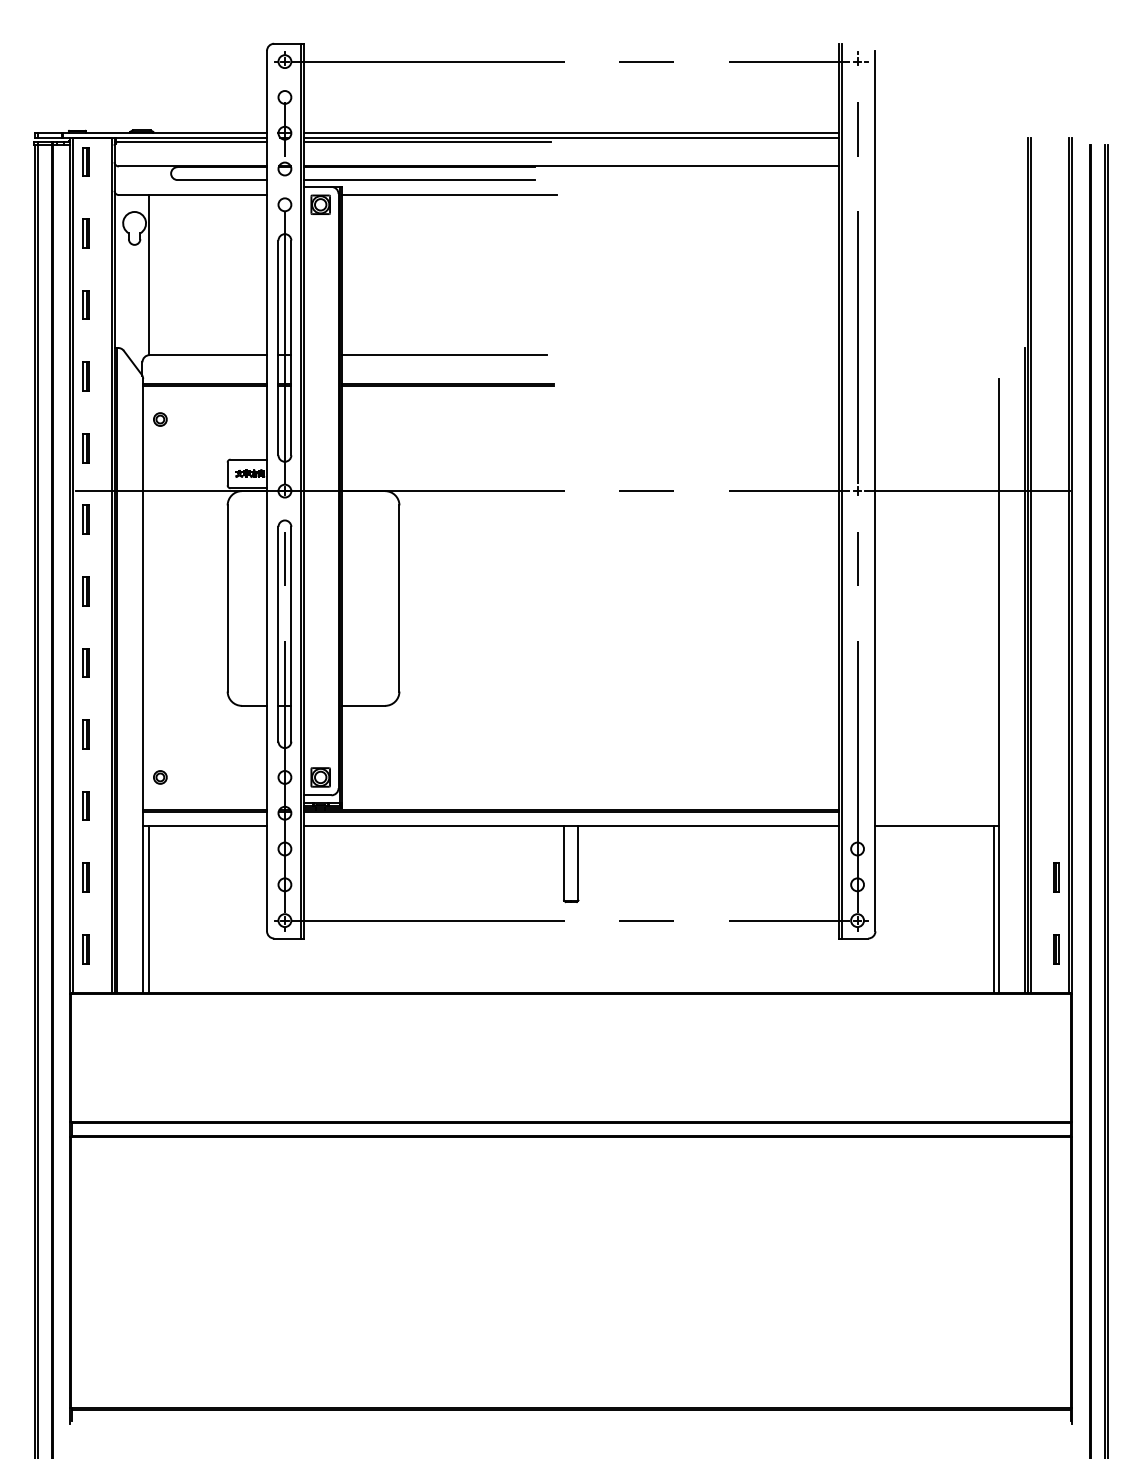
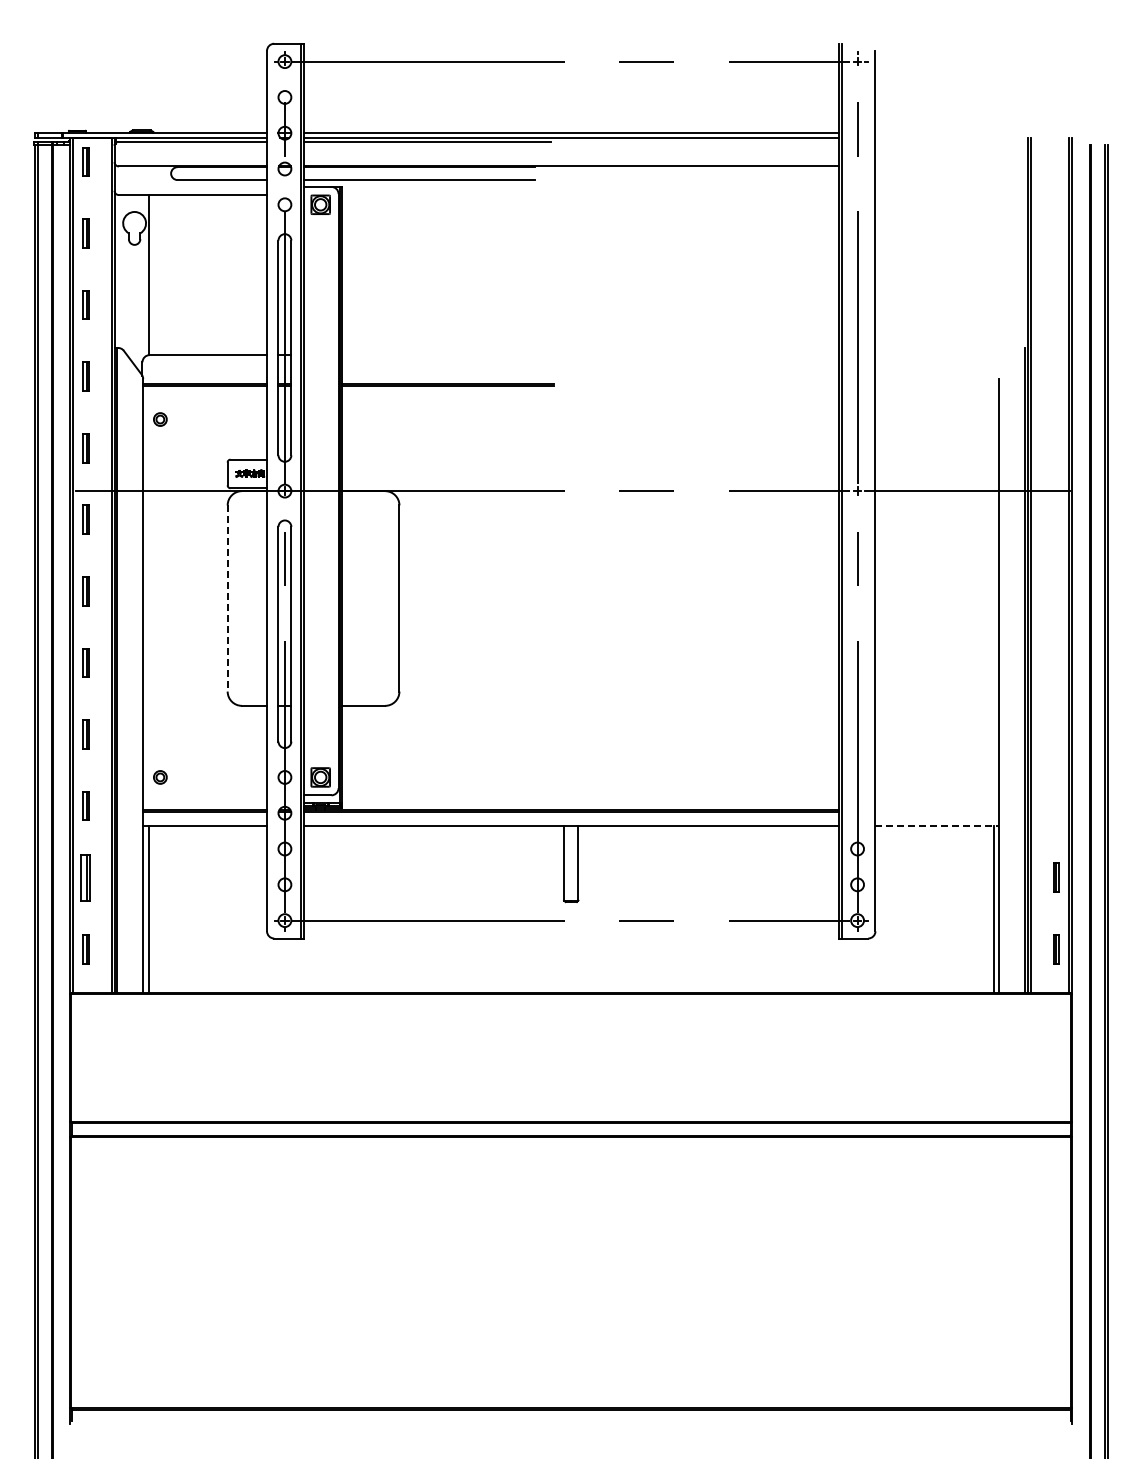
line at (449, 195): present -> none
line at (444, 355): present -> none
line at (227, 599): solid -> dashed
line at (937, 826): solid -> dashed
part at (85, 877) size: 8x31 px -> 11x48 px
